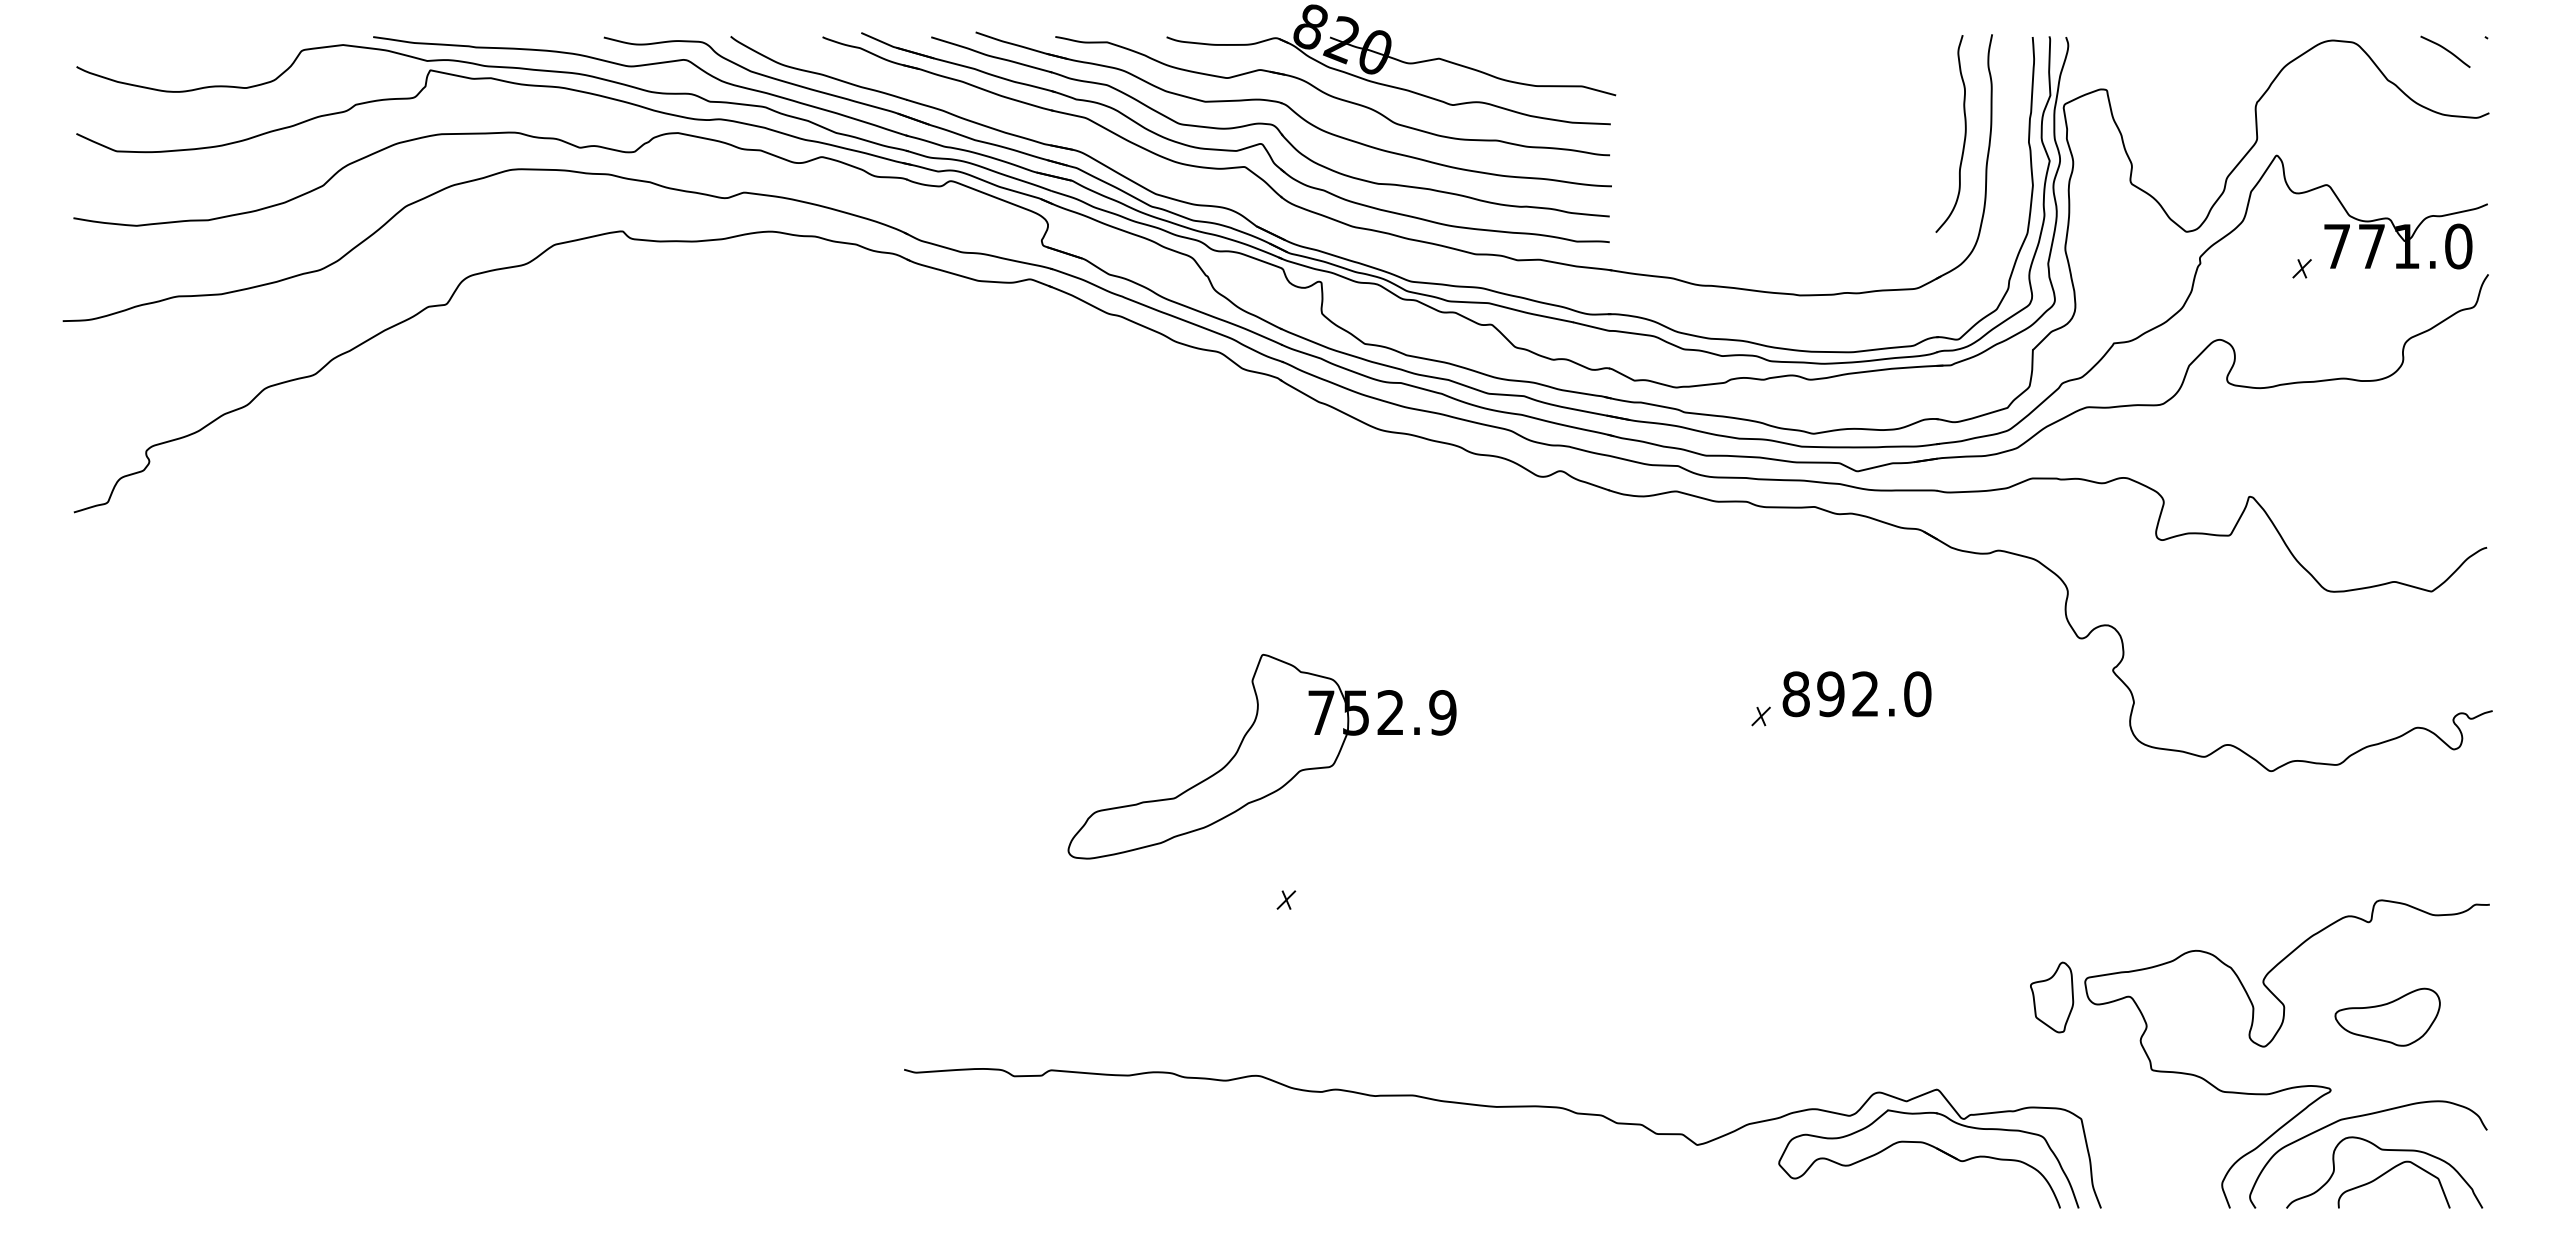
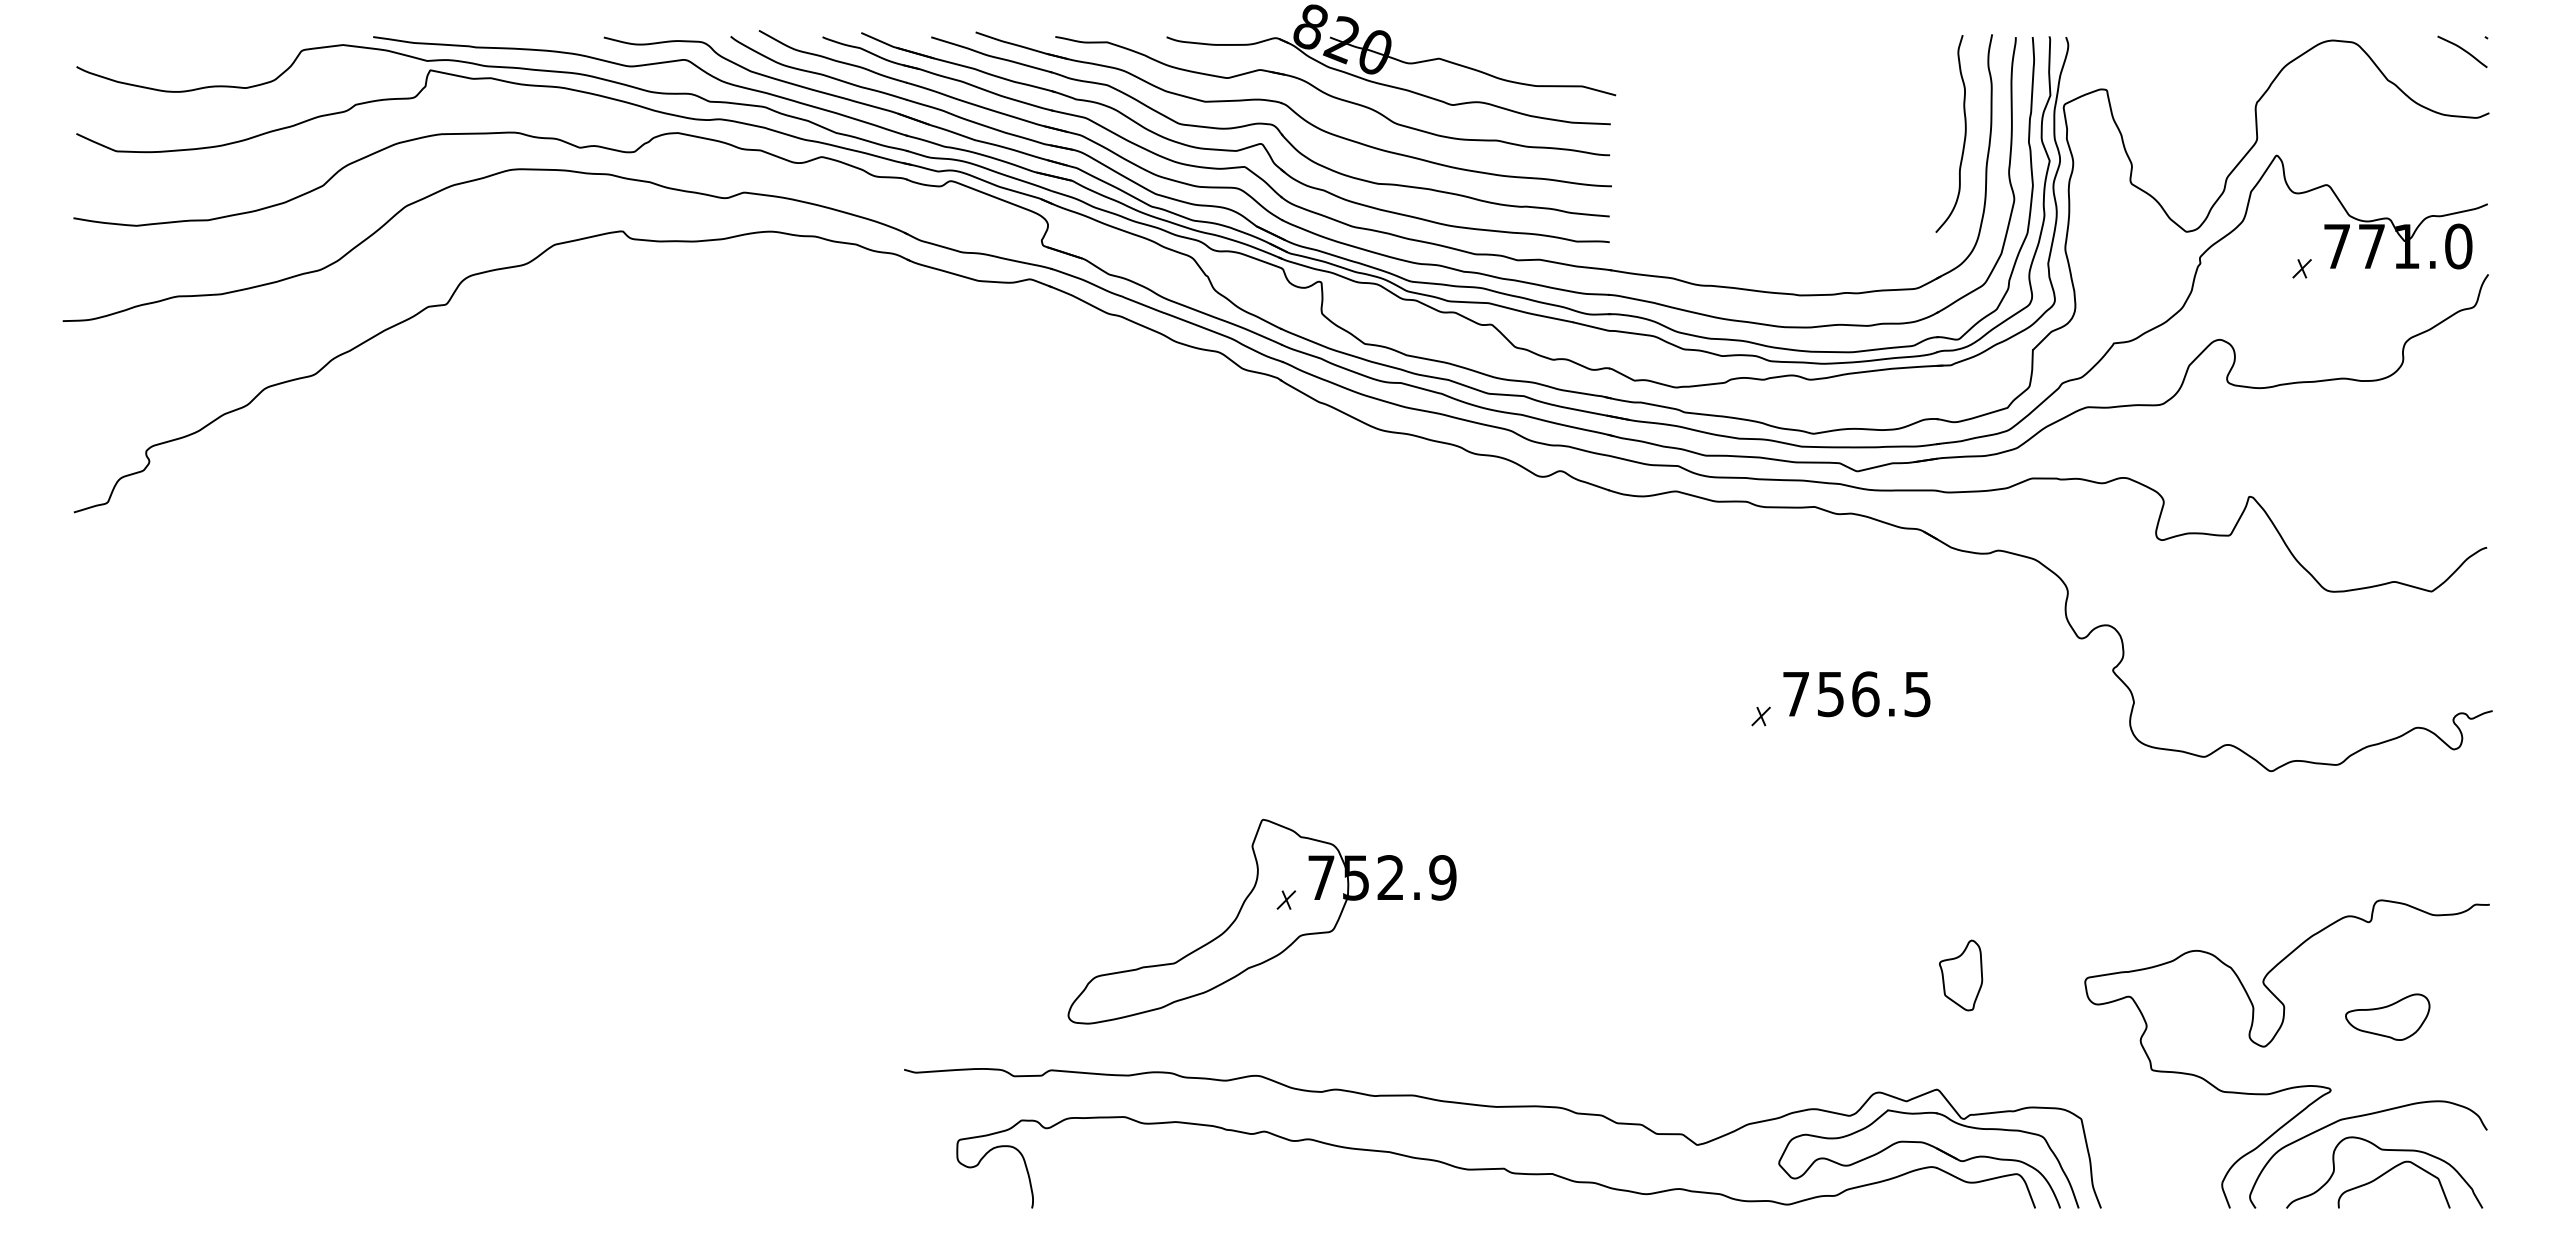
curve at (2445, 50) position: (2445, 50) -> (2462, 50)
part at (1364, 248): none -> present
text at (1856, 694): 892.0 -> 756.5
part at (1261, 756) position: (1261, 756) -> (1261, 921)
part at (2052, 997) position: (2052, 997) -> (1961, 975)
part at (2387, 1016) size: 107x60 px -> 86x48 px
part at (1495, 1162): none -> present
